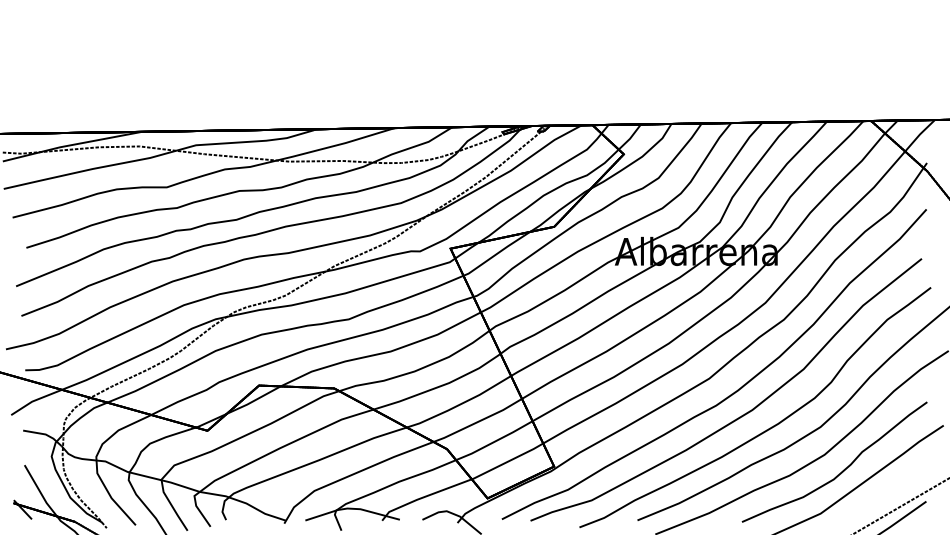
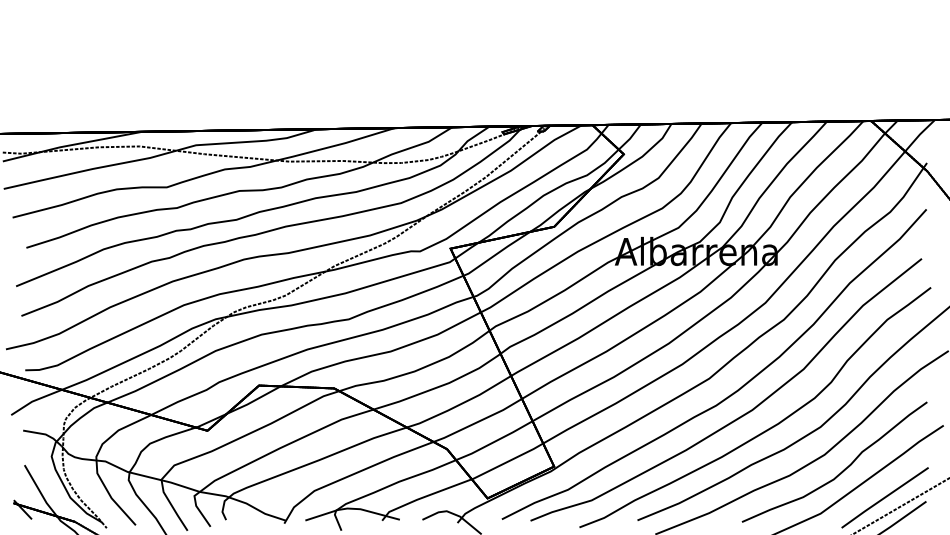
line at (884, 497): none -> present
